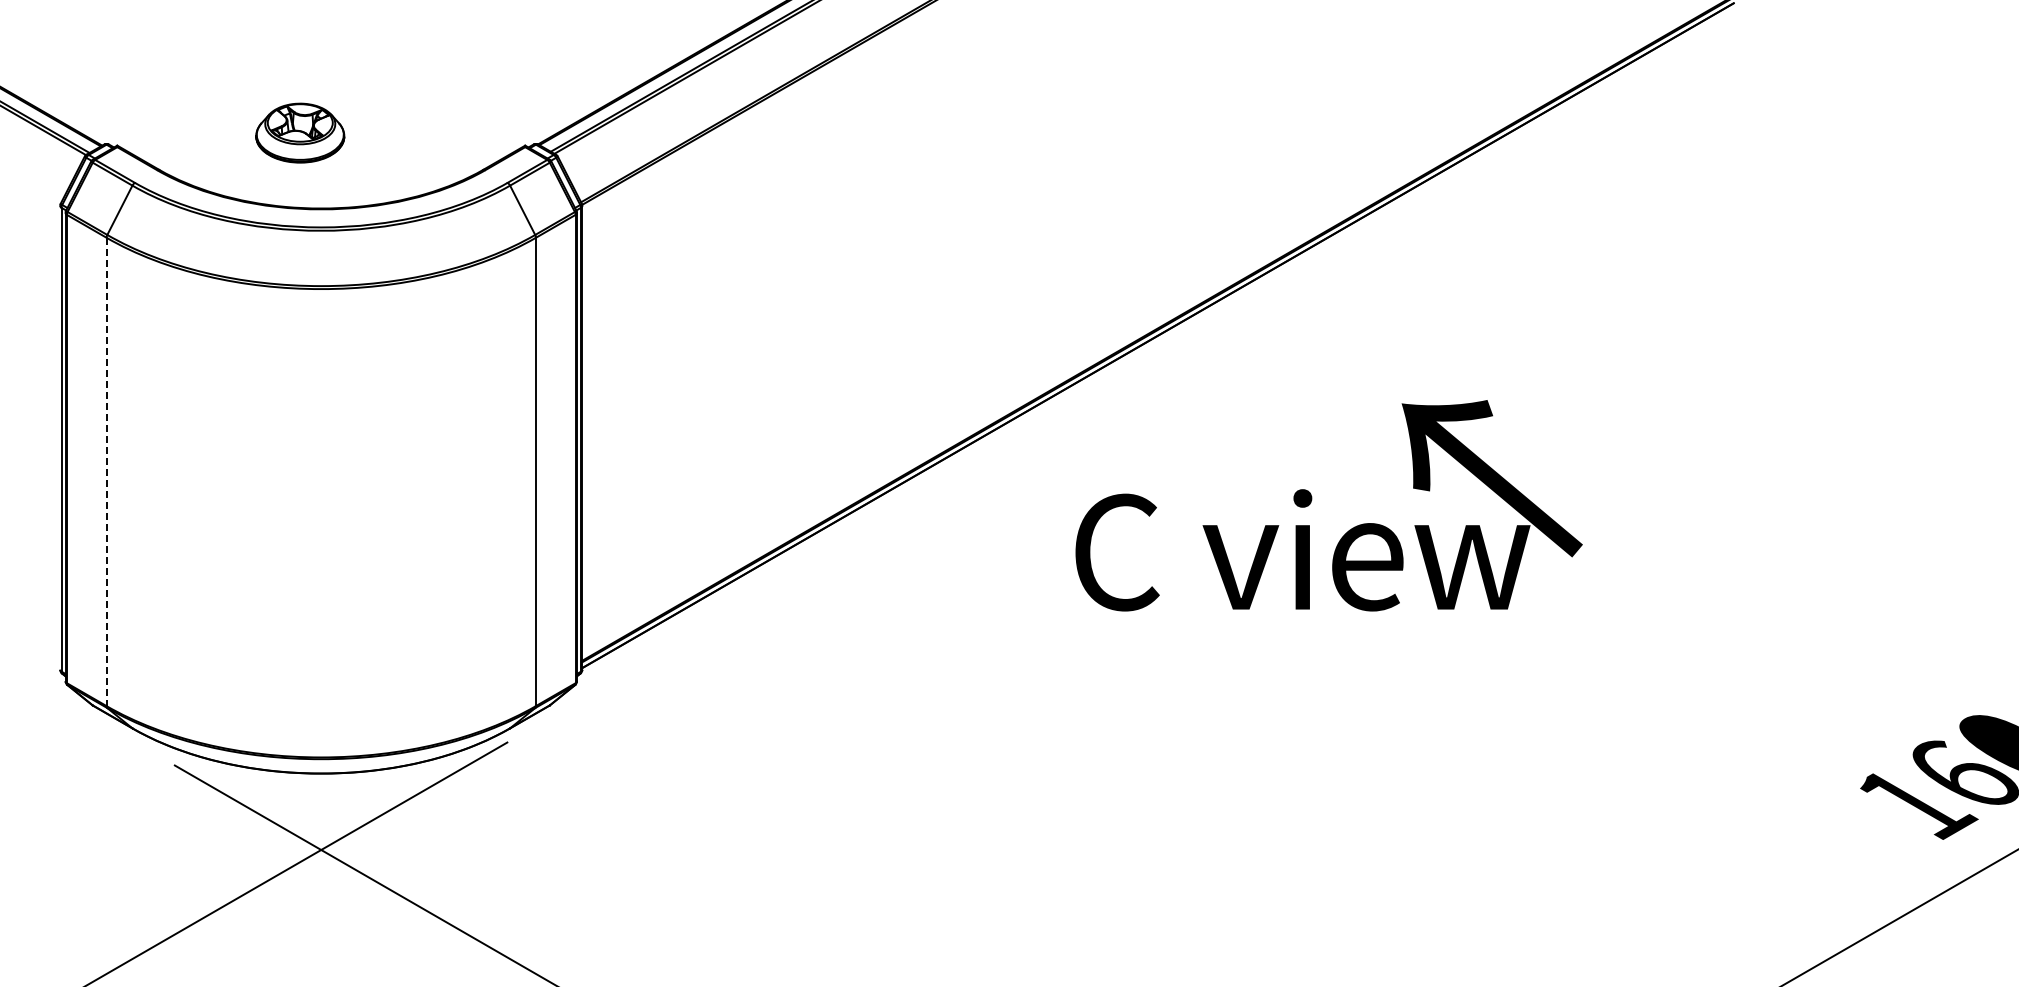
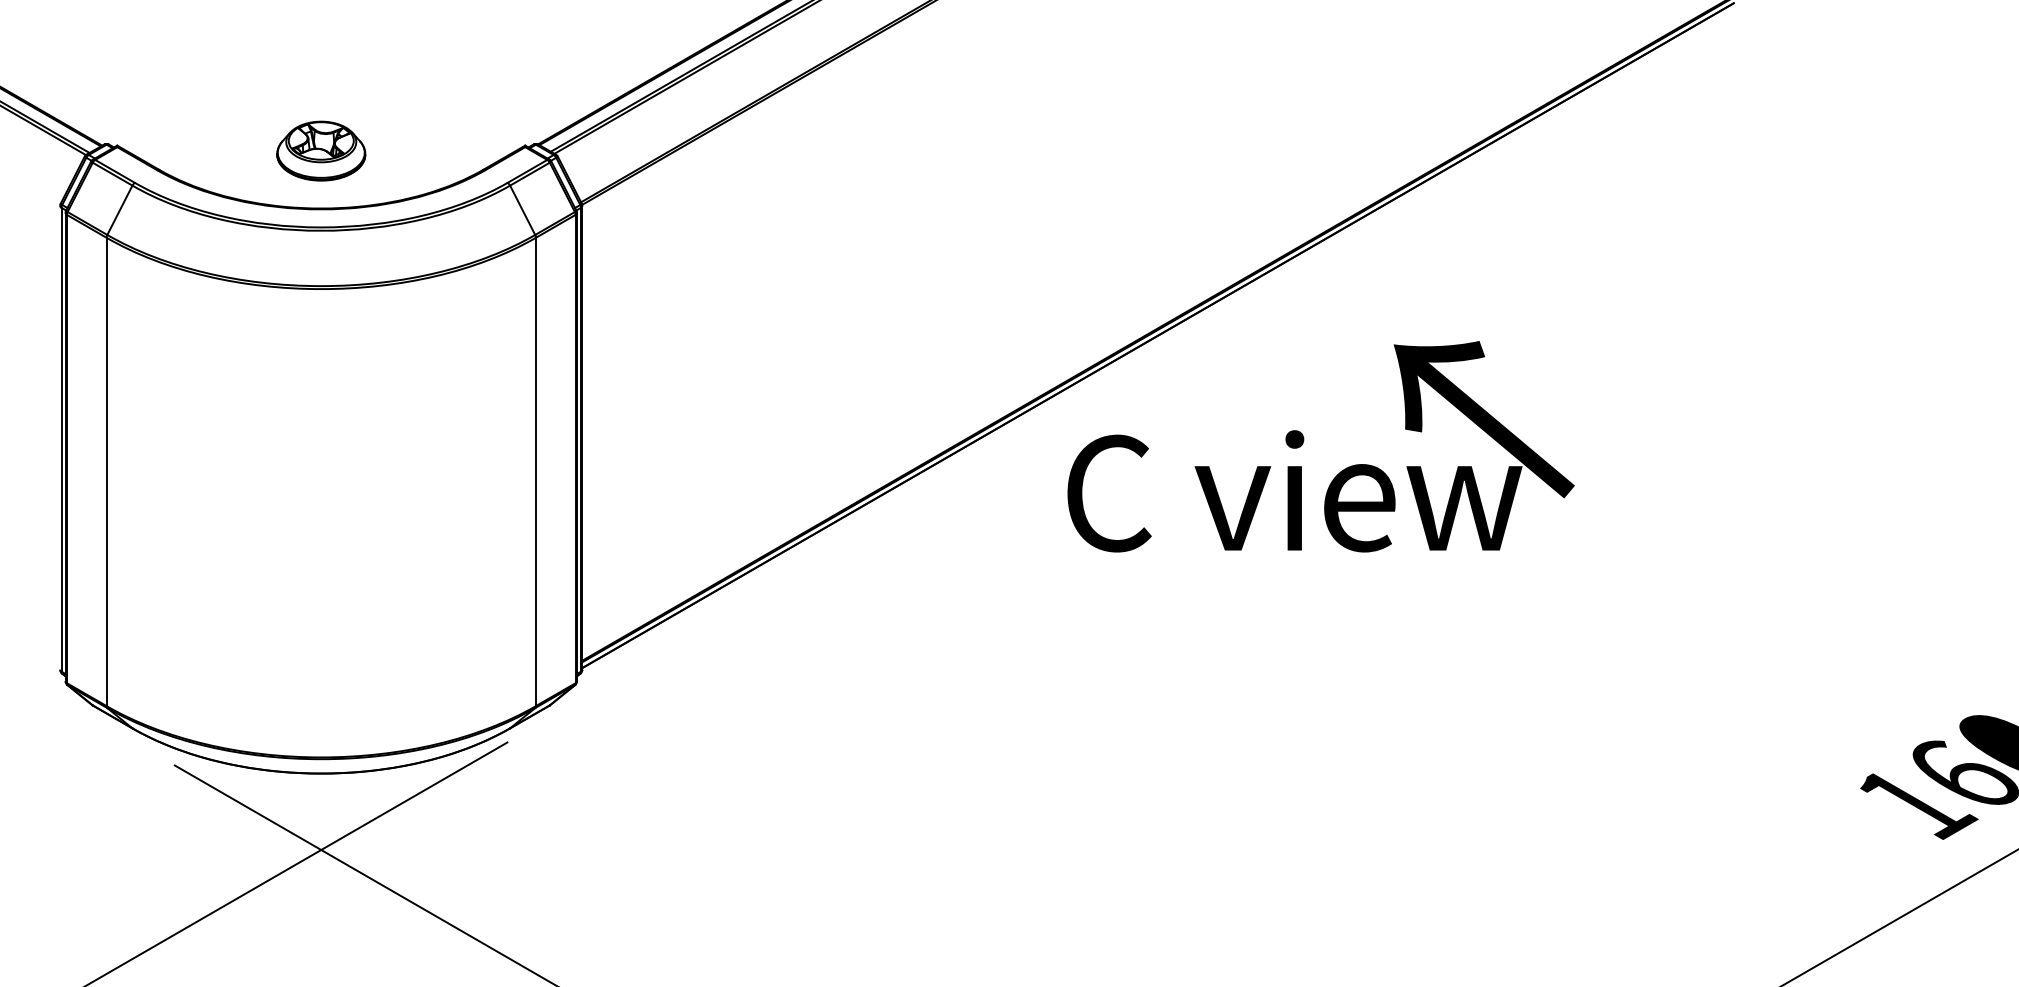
part at (300, 132) position: (300, 132) -> (321, 150)
line at (106, 472): dashed -> solid
text at (1328, 505) position: (1328, 505) -> (1320, 446)
